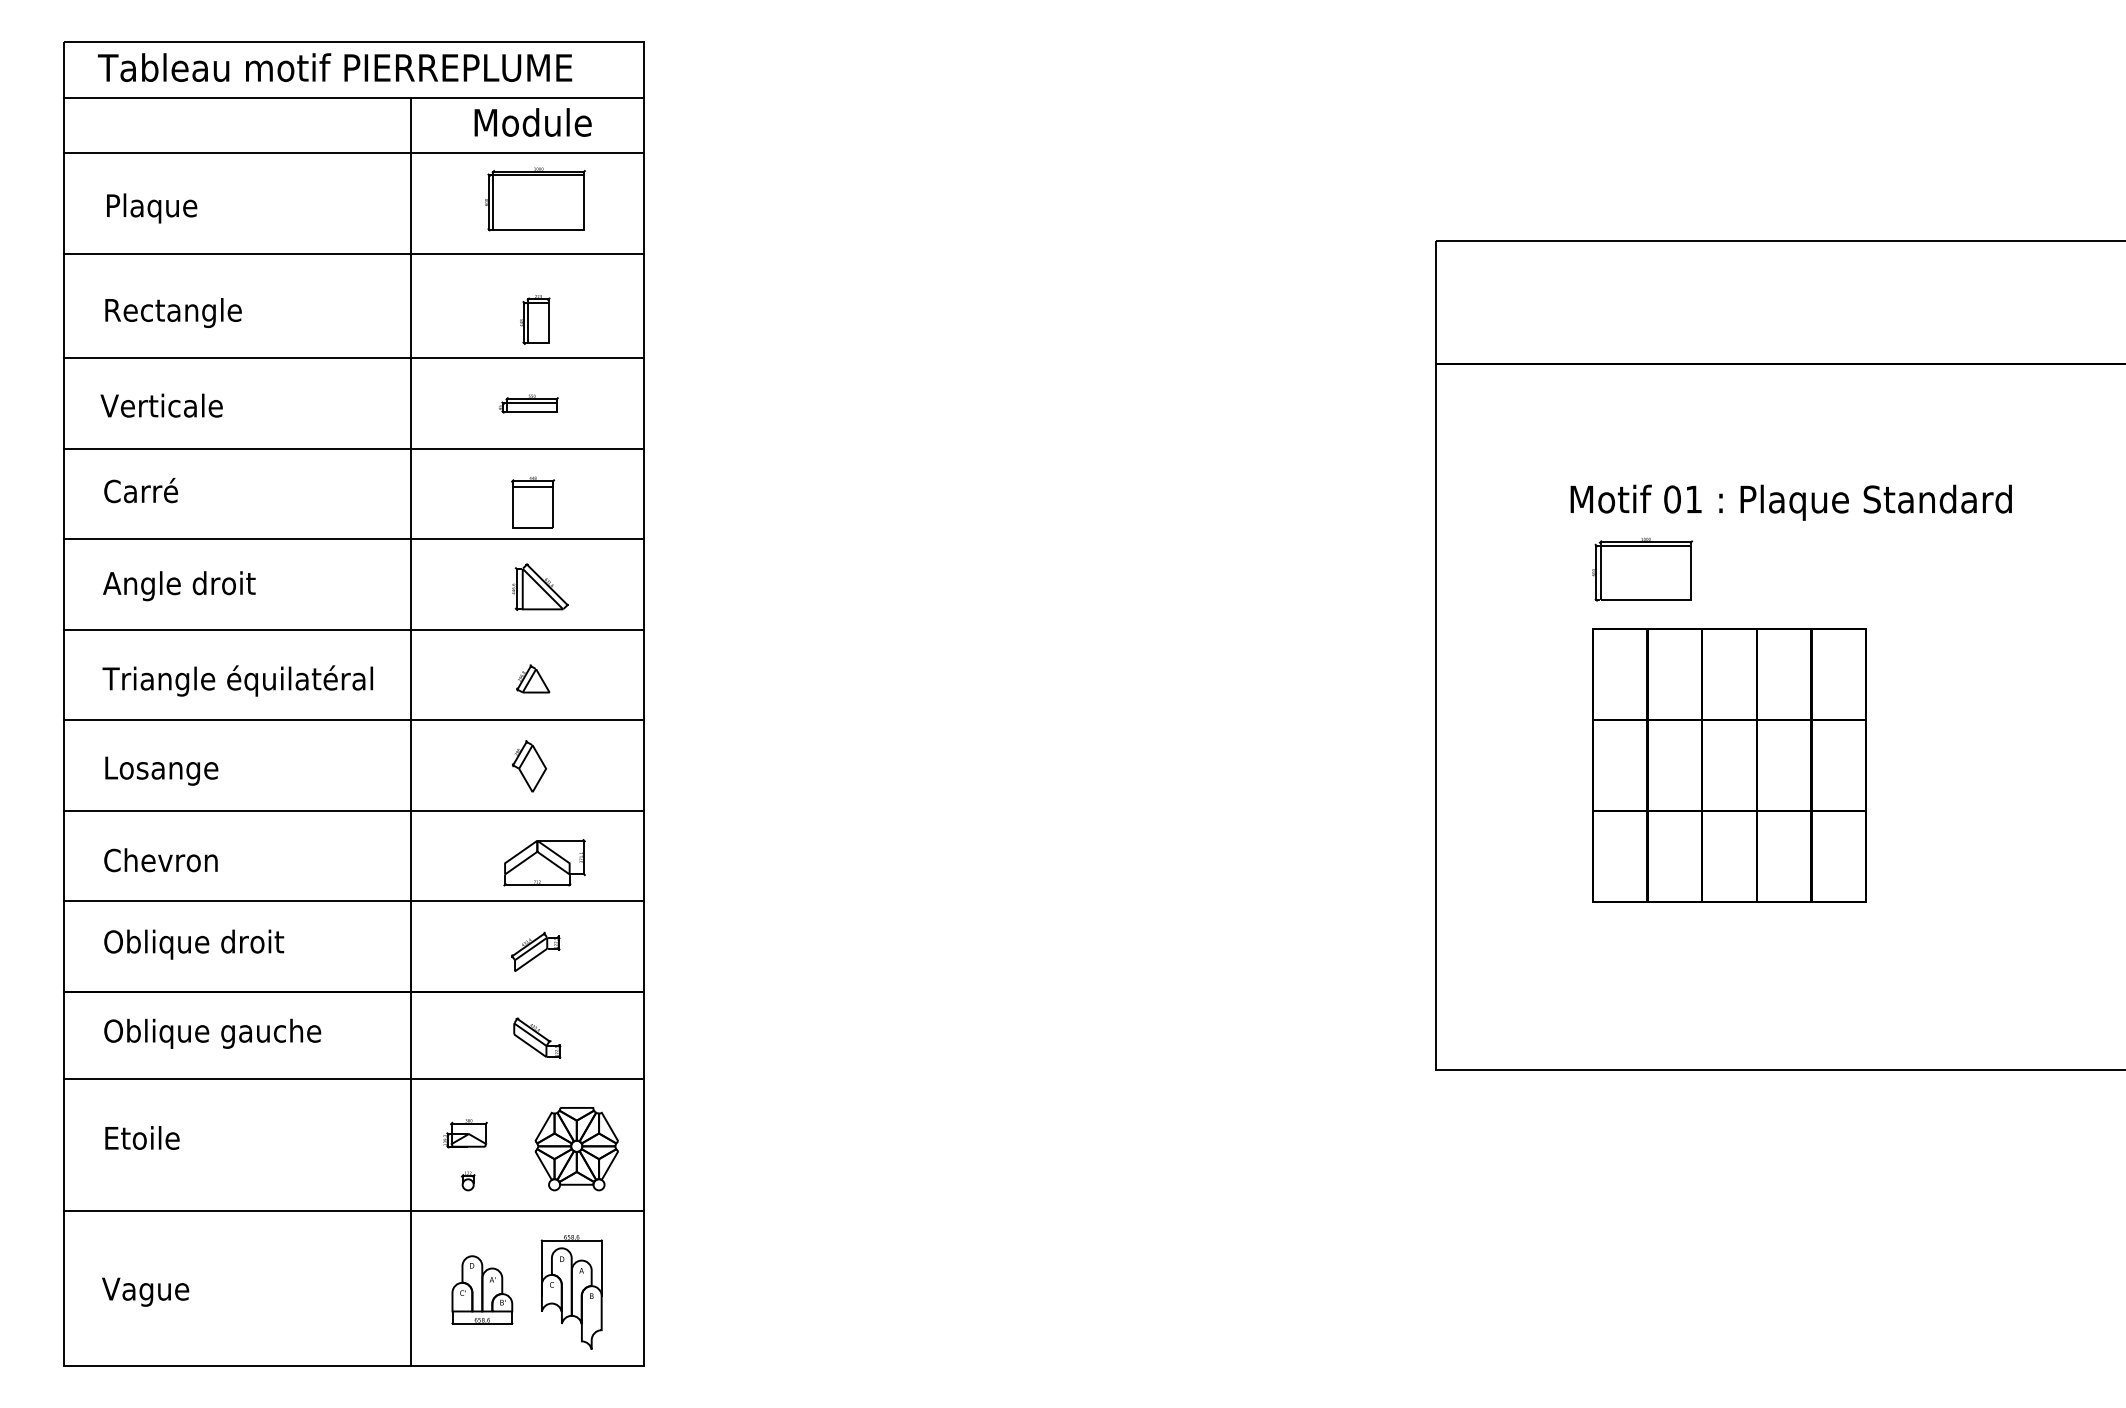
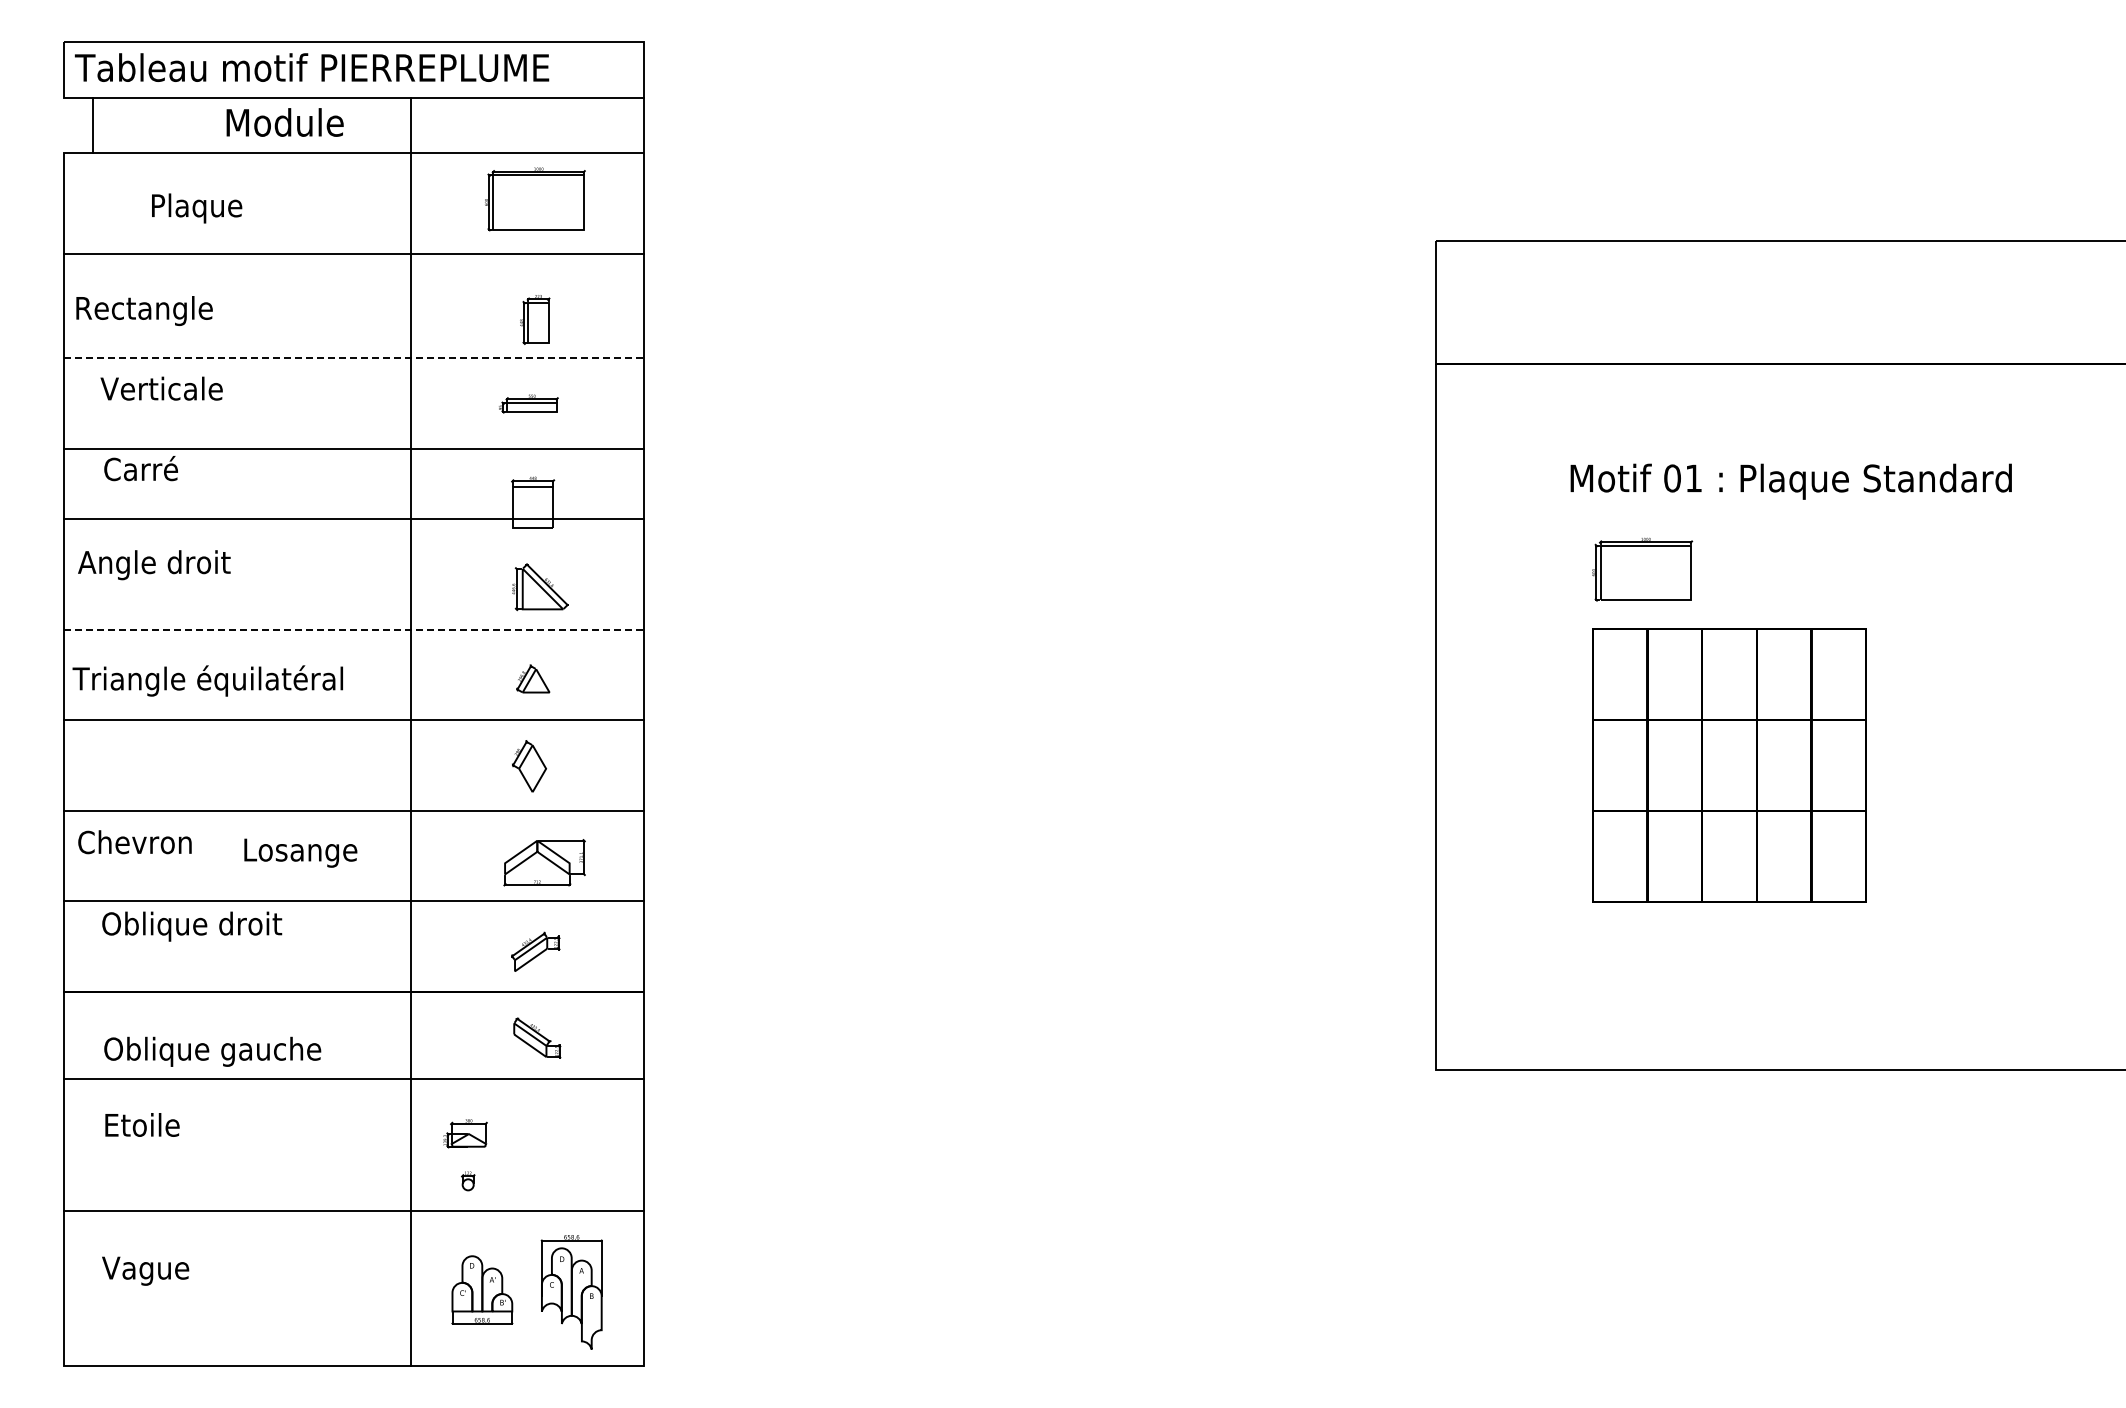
text at (334, 67) position: (334, 67) -> (311, 67)
text at (532, 122) position: (532, 122) -> (284, 122)
line at (63, 125) position: (63, 125) -> (92, 125)
text at (152, 208) position: (152, 208) -> (197, 208)
text at (173, 312) position: (173, 312) -> (144, 310)
line at (353, 358): solid -> dashed
text at (161, 405) position: (161, 405) -> (161, 388)
text at (140, 490) position: (140, 490) -> (140, 468)
text at (1790, 502) position: (1790, 502) -> (1790, 481)
line at (353, 539) position: (353, 539) -> (353, 519)
text at (179, 586) position: (179, 586) -> (154, 565)
line at (353, 629): solid -> dashed
text at (237, 680) position: (237, 680) -> (207, 680)
text at (161, 770) position: (161, 770) -> (300, 852)
text at (160, 860) position: (160, 860) -> (134, 842)
text at (194, 944) position: (194, 944) -> (192, 926)
text at (212, 1033) position: (212, 1033) -> (212, 1051)
text at (142, 1137) position: (142, 1137) -> (142, 1124)
part at (576, 1149): present -> none
text at (145, 1291) position: (145, 1291) -> (145, 1270)
